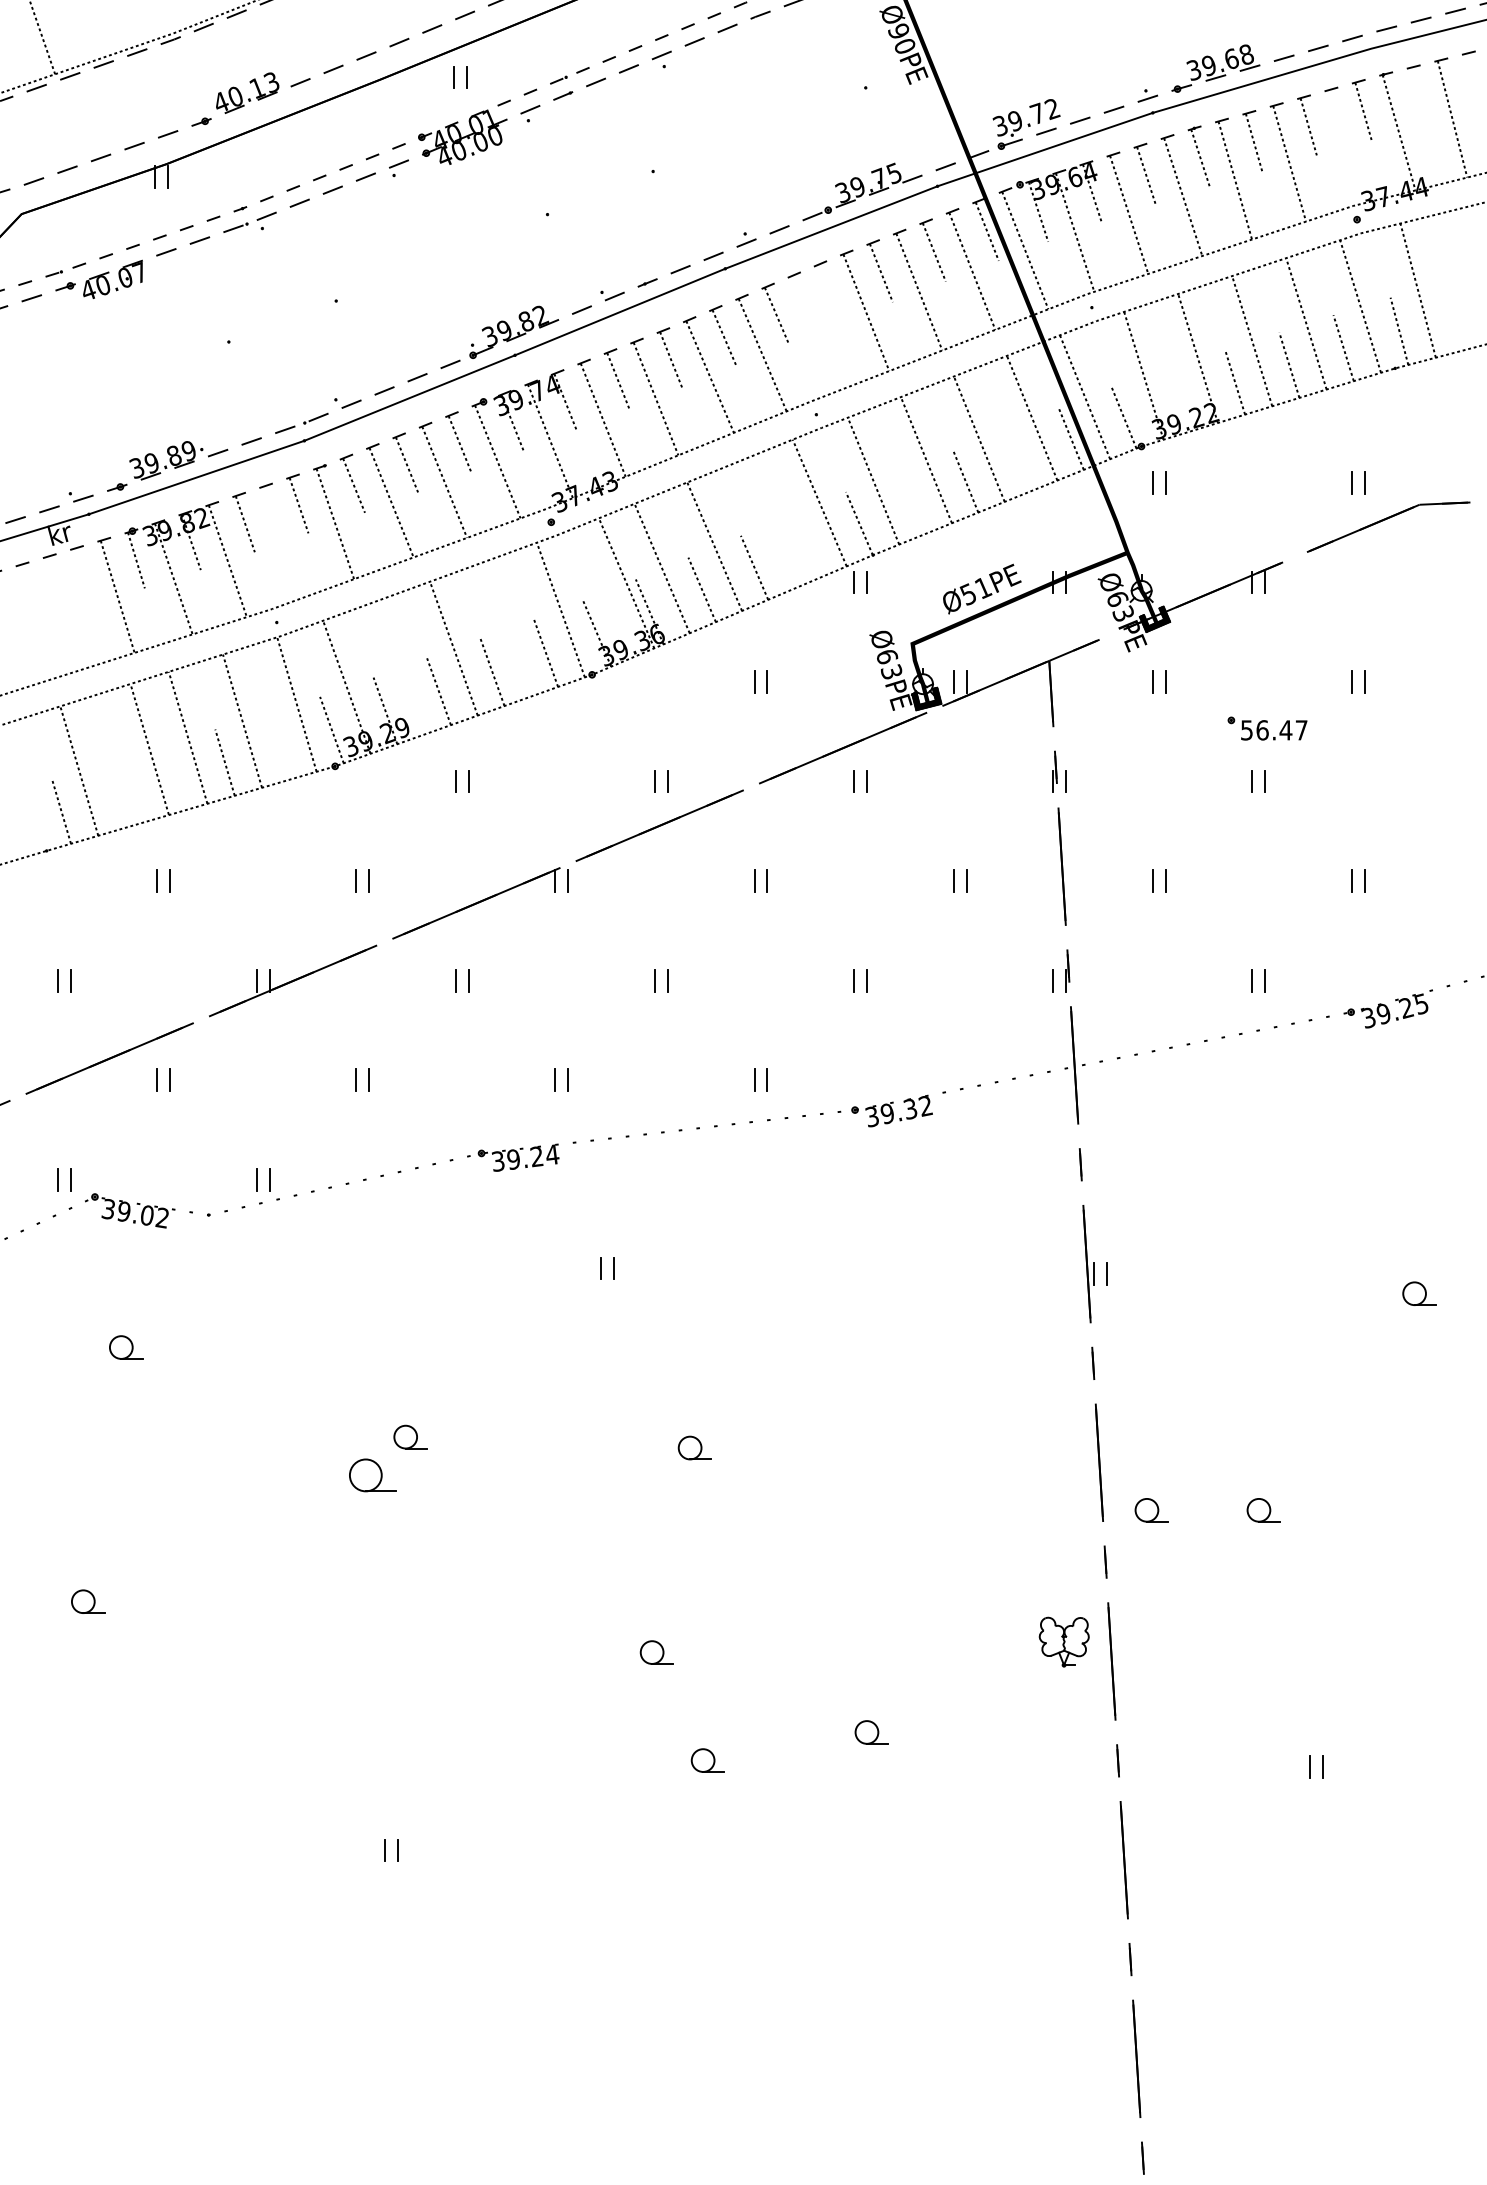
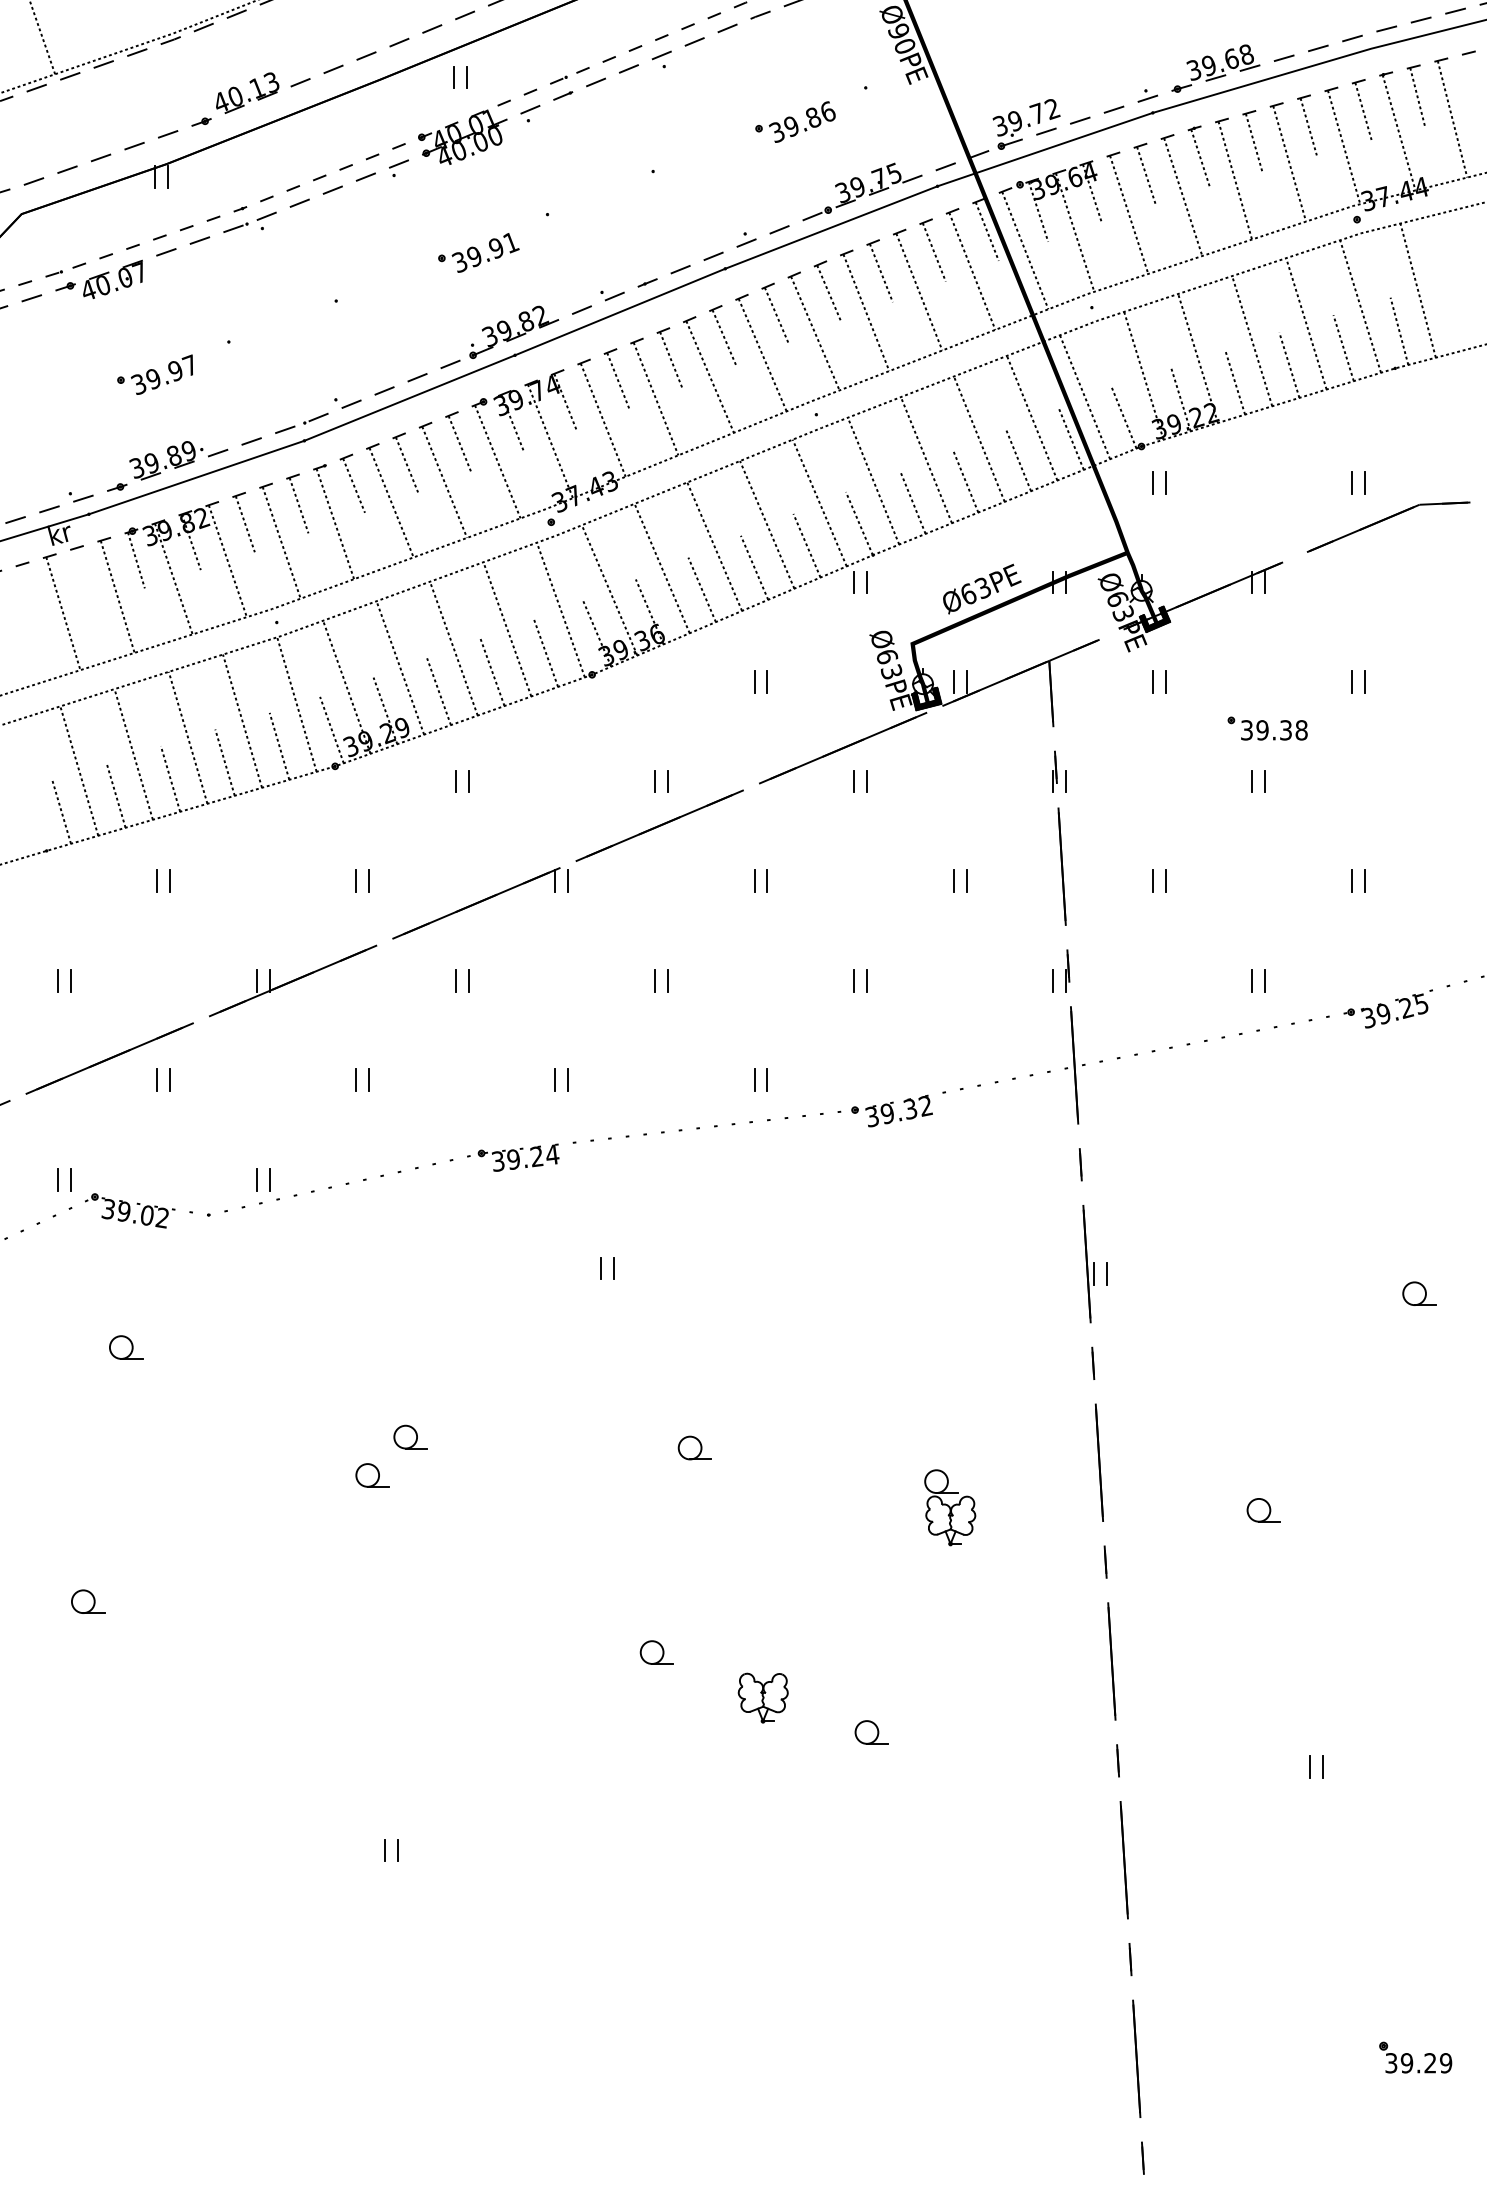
line at (1417, 96): none -> present
part at (795, 121): none -> present
line at (1343, 147): none -> present
part at (478, 252): none -> present
line at (829, 293): none -> present
line at (814, 333): none -> present
part at (154, 374): none -> present
line at (1180, 399): none -> present
line at (1018, 459): none -> present
line at (912, 501): none -> present
line at (767, 524): none -> present
line at (281, 542): none -> present
line at (806, 545): none -> present
line at (626, 583) position: (626, 583) -> (609, 590)
text at (975, 591): Ø51PE -> Ø63PE
line at (63, 613): none -> present
line at (507, 629): none -> present
line at (400, 667): none -> present
text at (1274, 730): 56.47 -> 39.38
line at (279, 745): none -> present
line at (149, 749) position: (149, 749) -> (133, 754)
line at (170, 778): none -> present
line at (115, 794): none -> present
part at (372, 1475) size: 48x35 px -> 35x25 px
part at (950, 1507): none -> present
part at (1151, 1510): present -> none
part at (1063, 1641) position: (1063, 1641) -> (762, 1697)
part at (707, 1760): present -> none
part at (1415, 2057): none -> present
